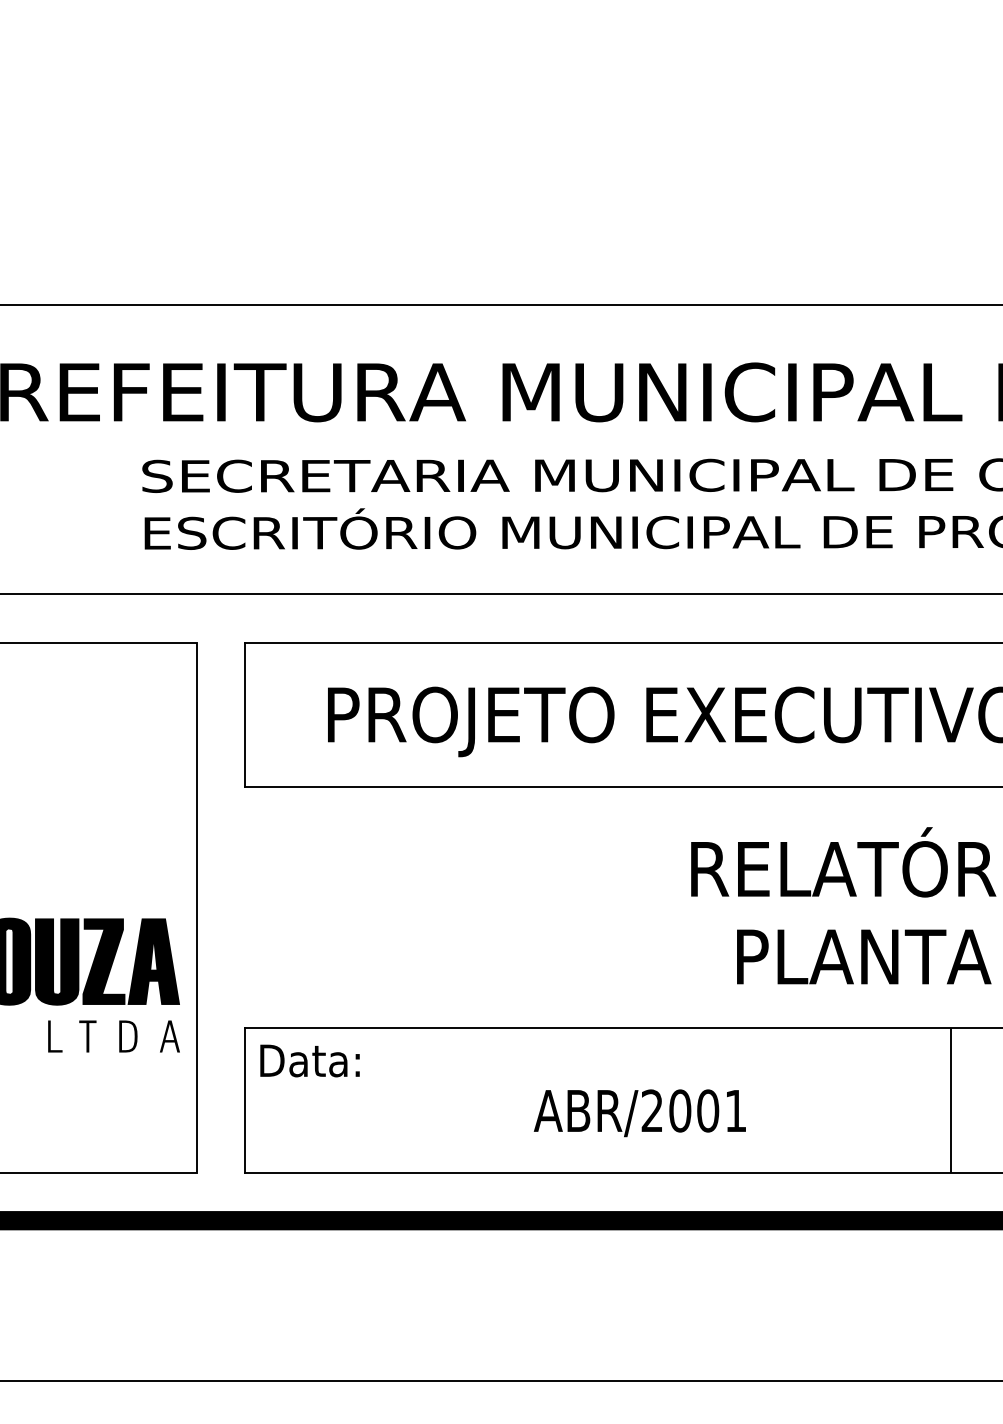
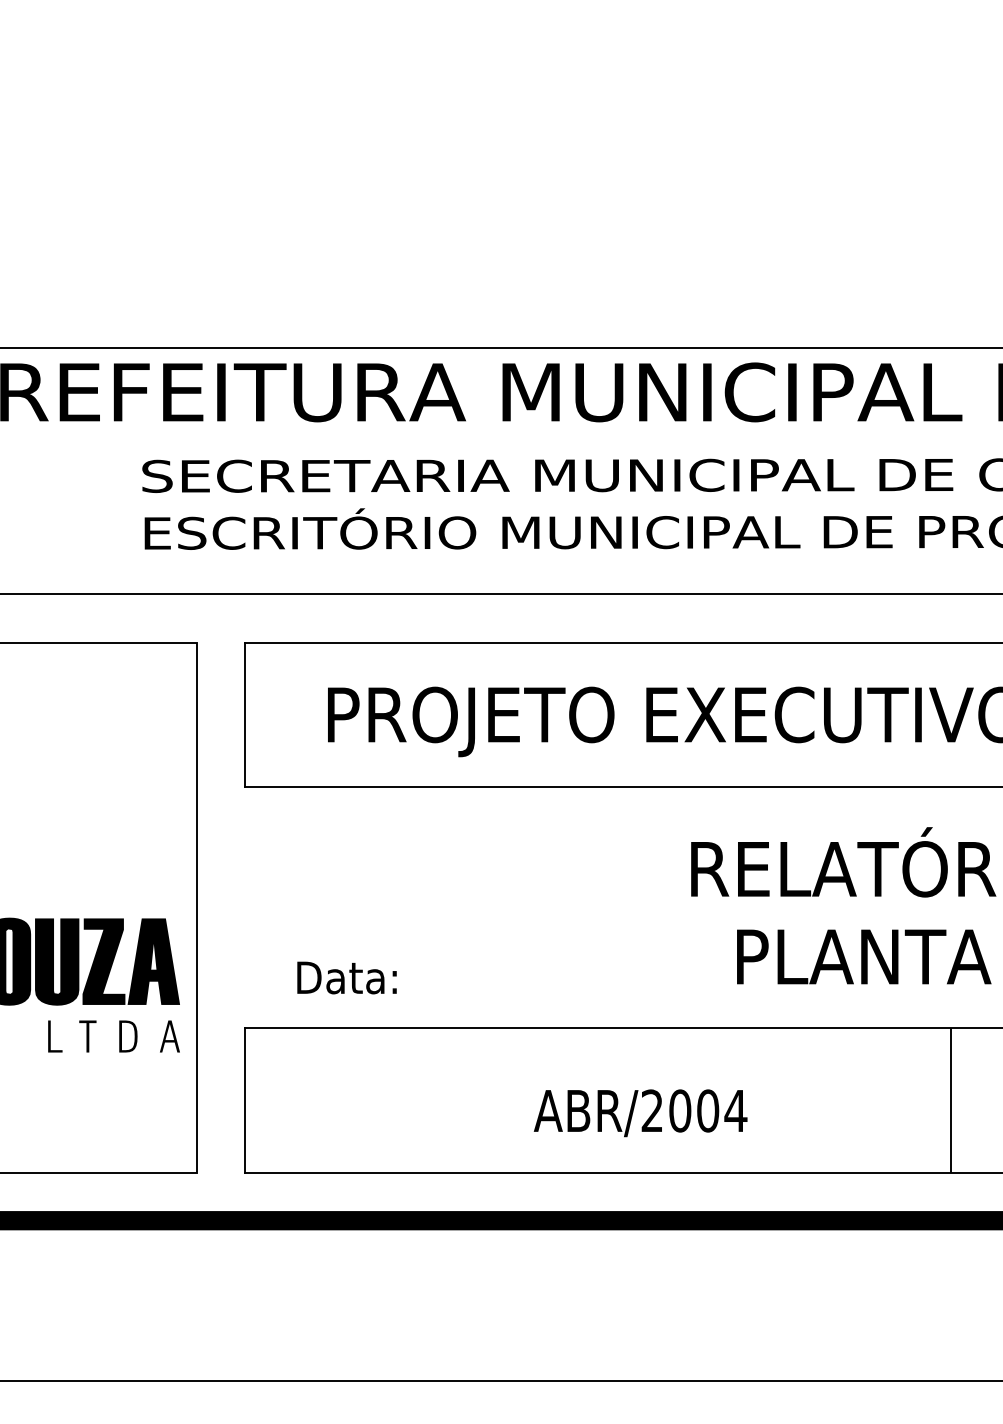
line at (500, 305) position: (500, 305) -> (500, 348)
text at (309, 1060) position: (309, 1060) -> (346, 977)
text at (735, 1110): ABR/2001 -> ABR/2004
